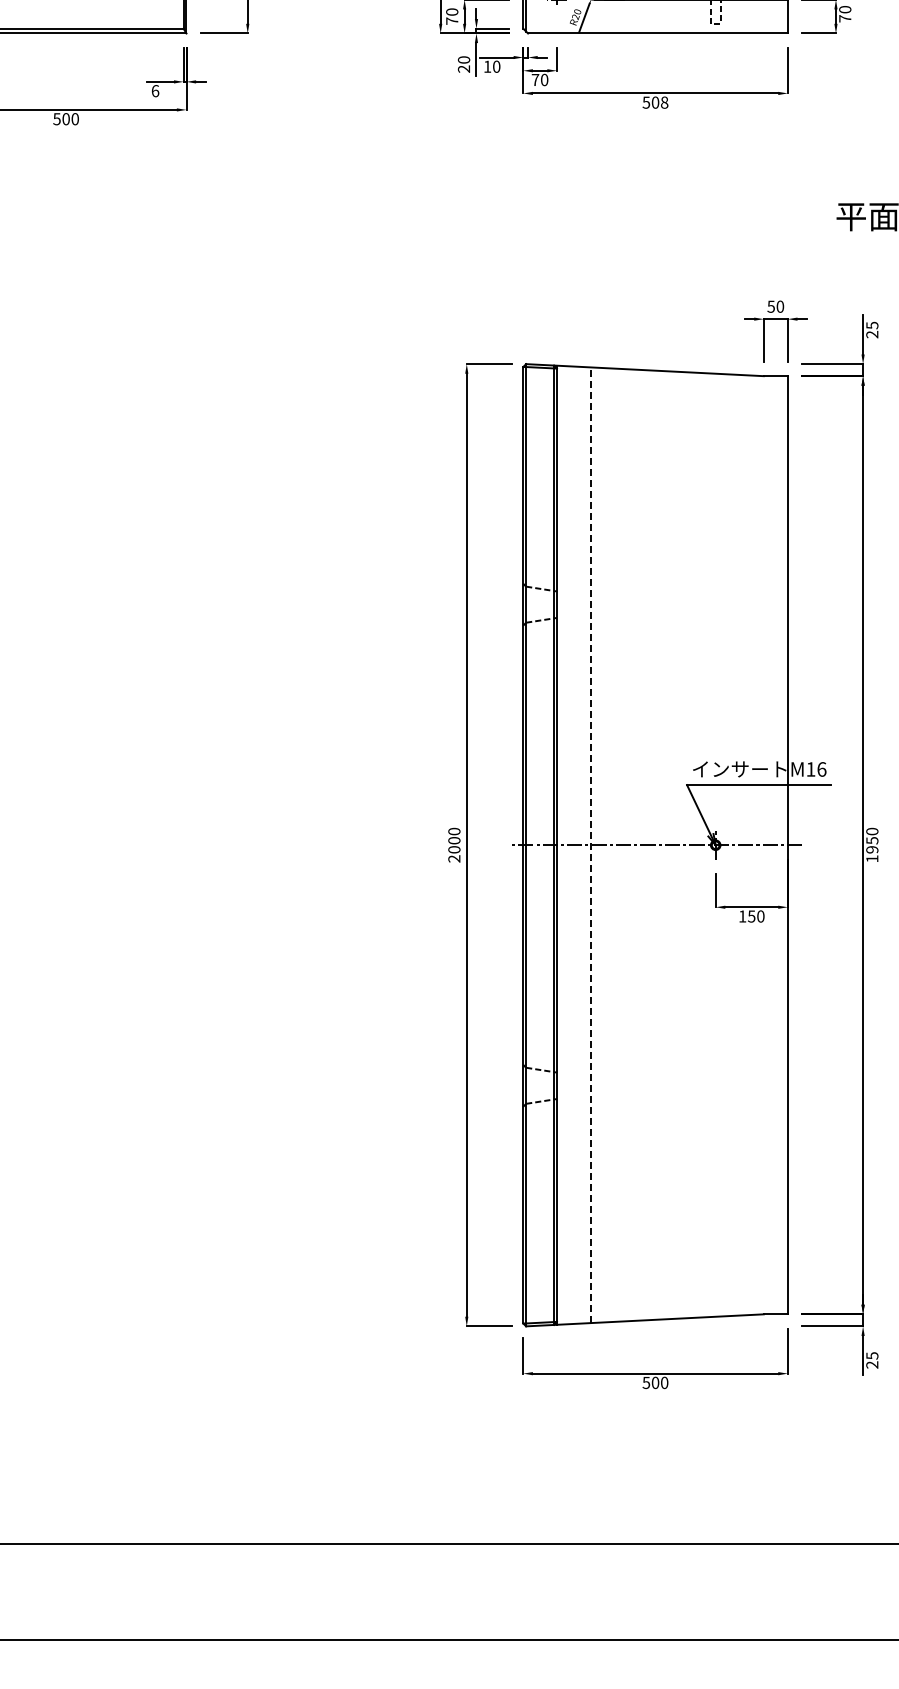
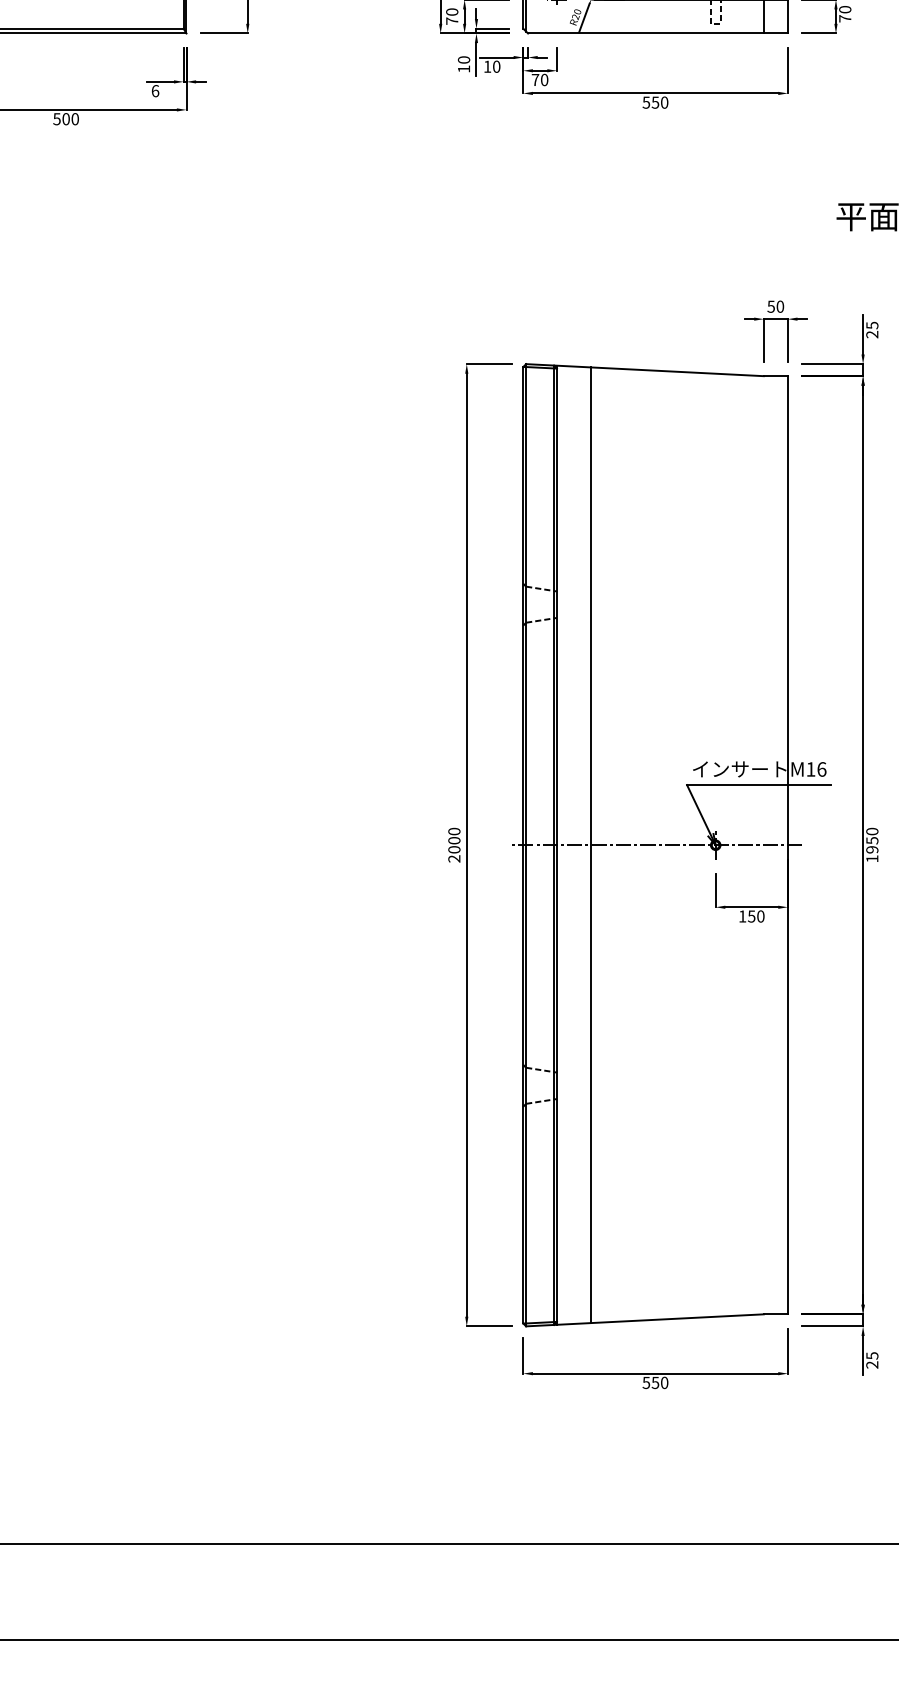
line at (763, 17): none -> present
text at (463, 68): 20 -> 10
text at (659, 102): 508 -> 550
line at (590, 845): dashed -> solid
text at (655, 1382): 500 -> 550
